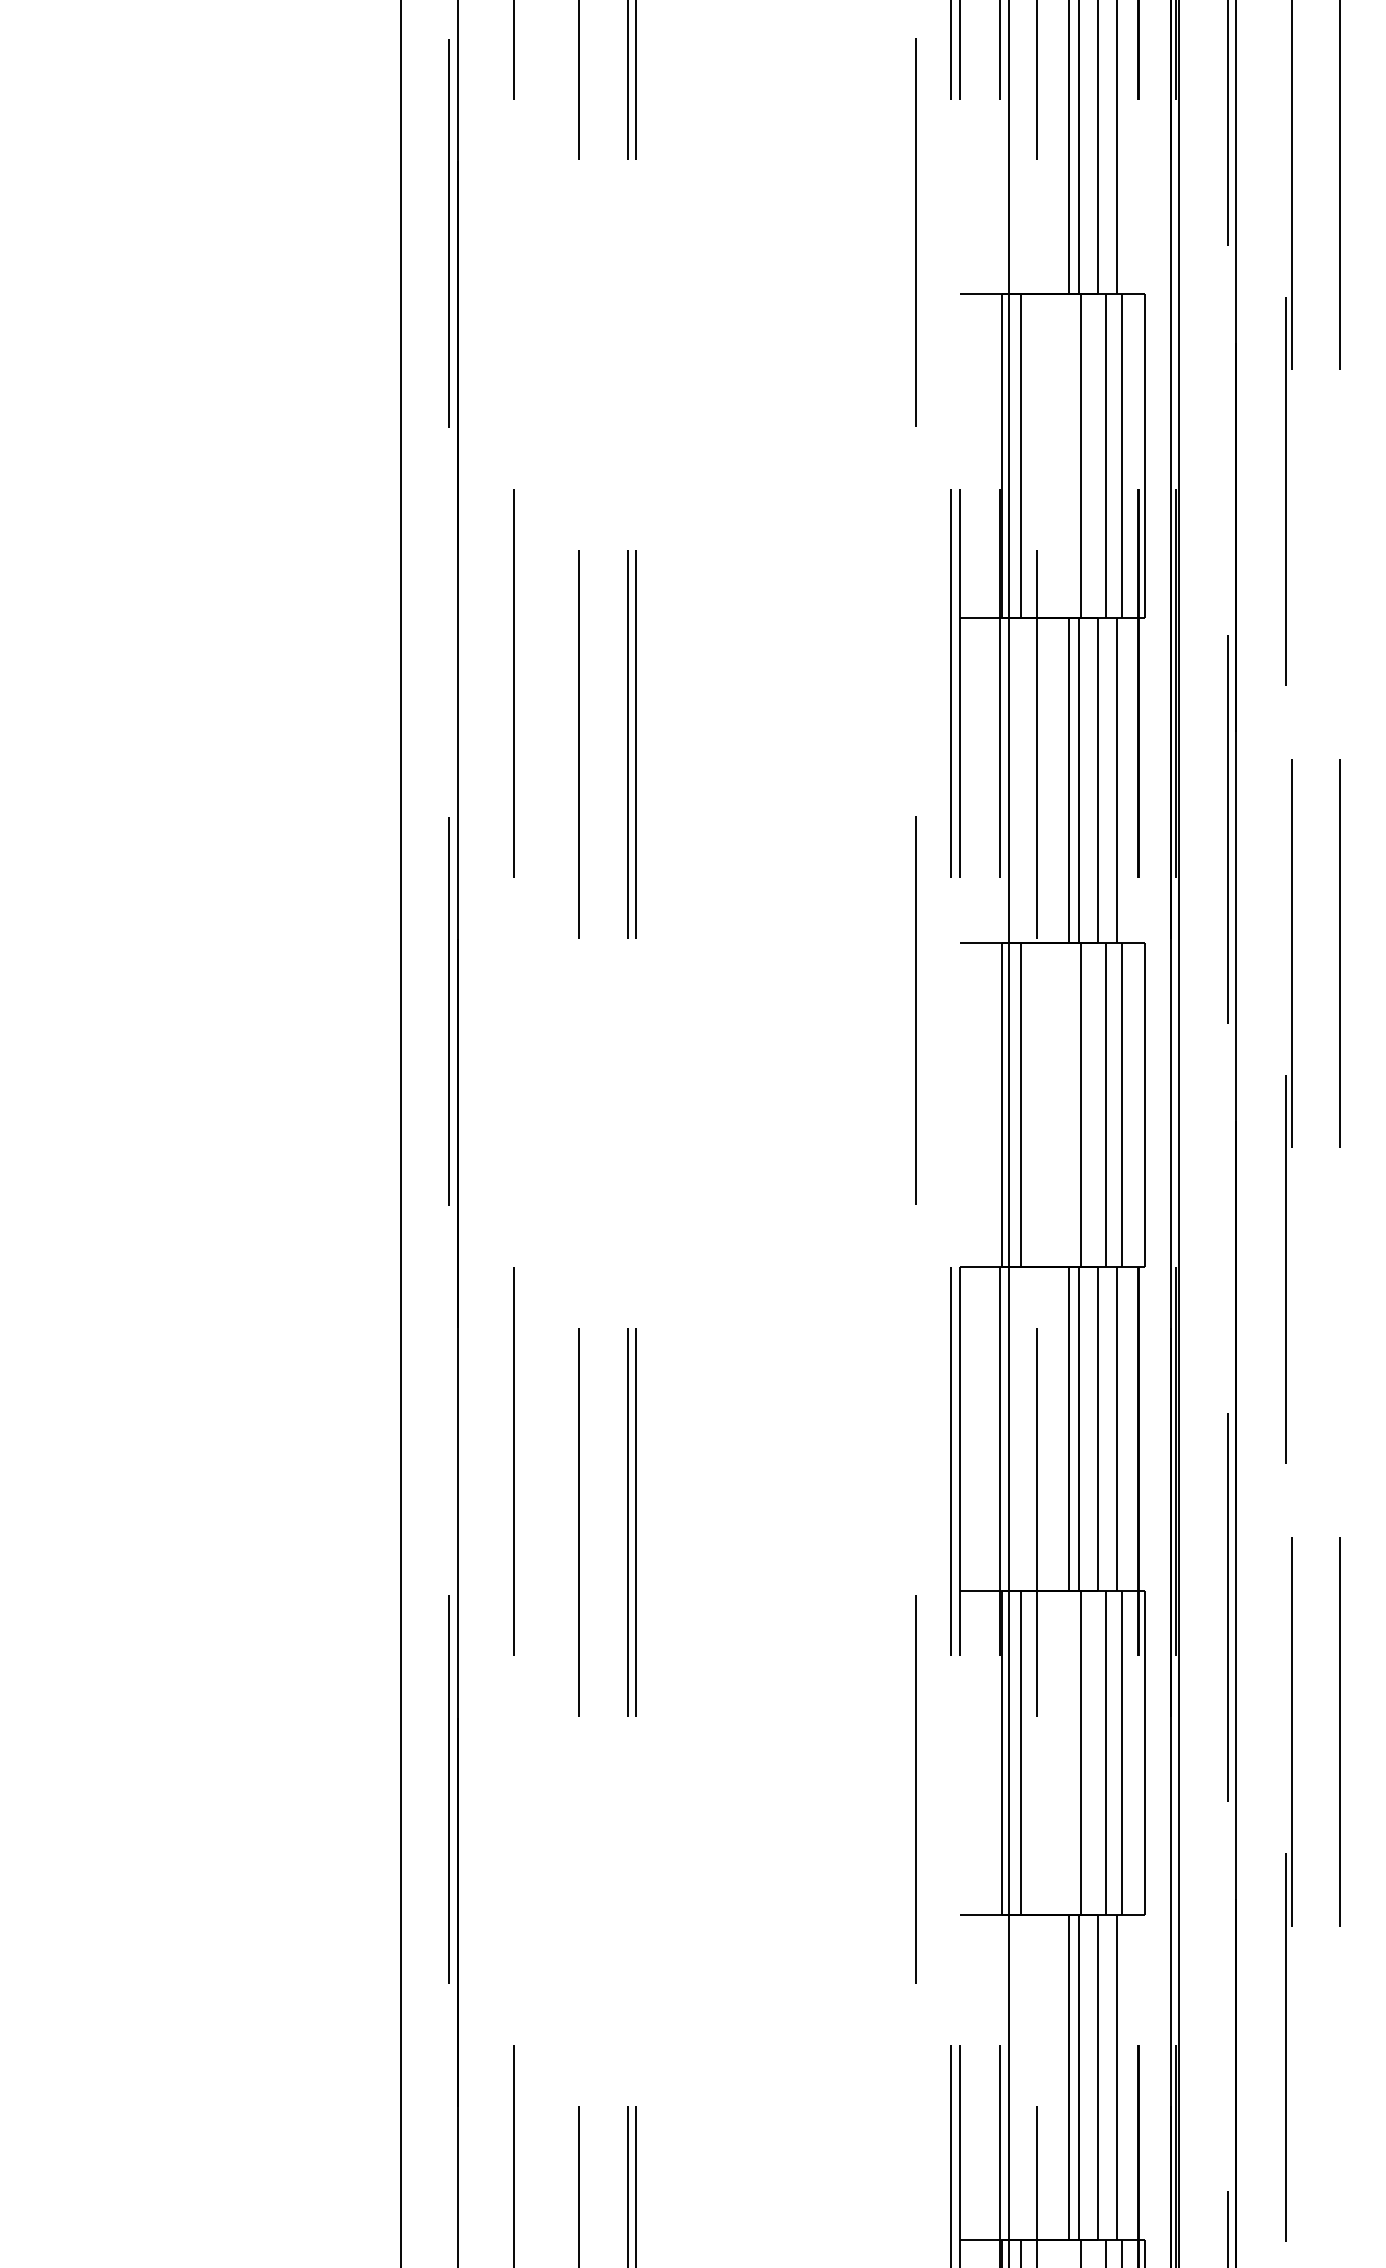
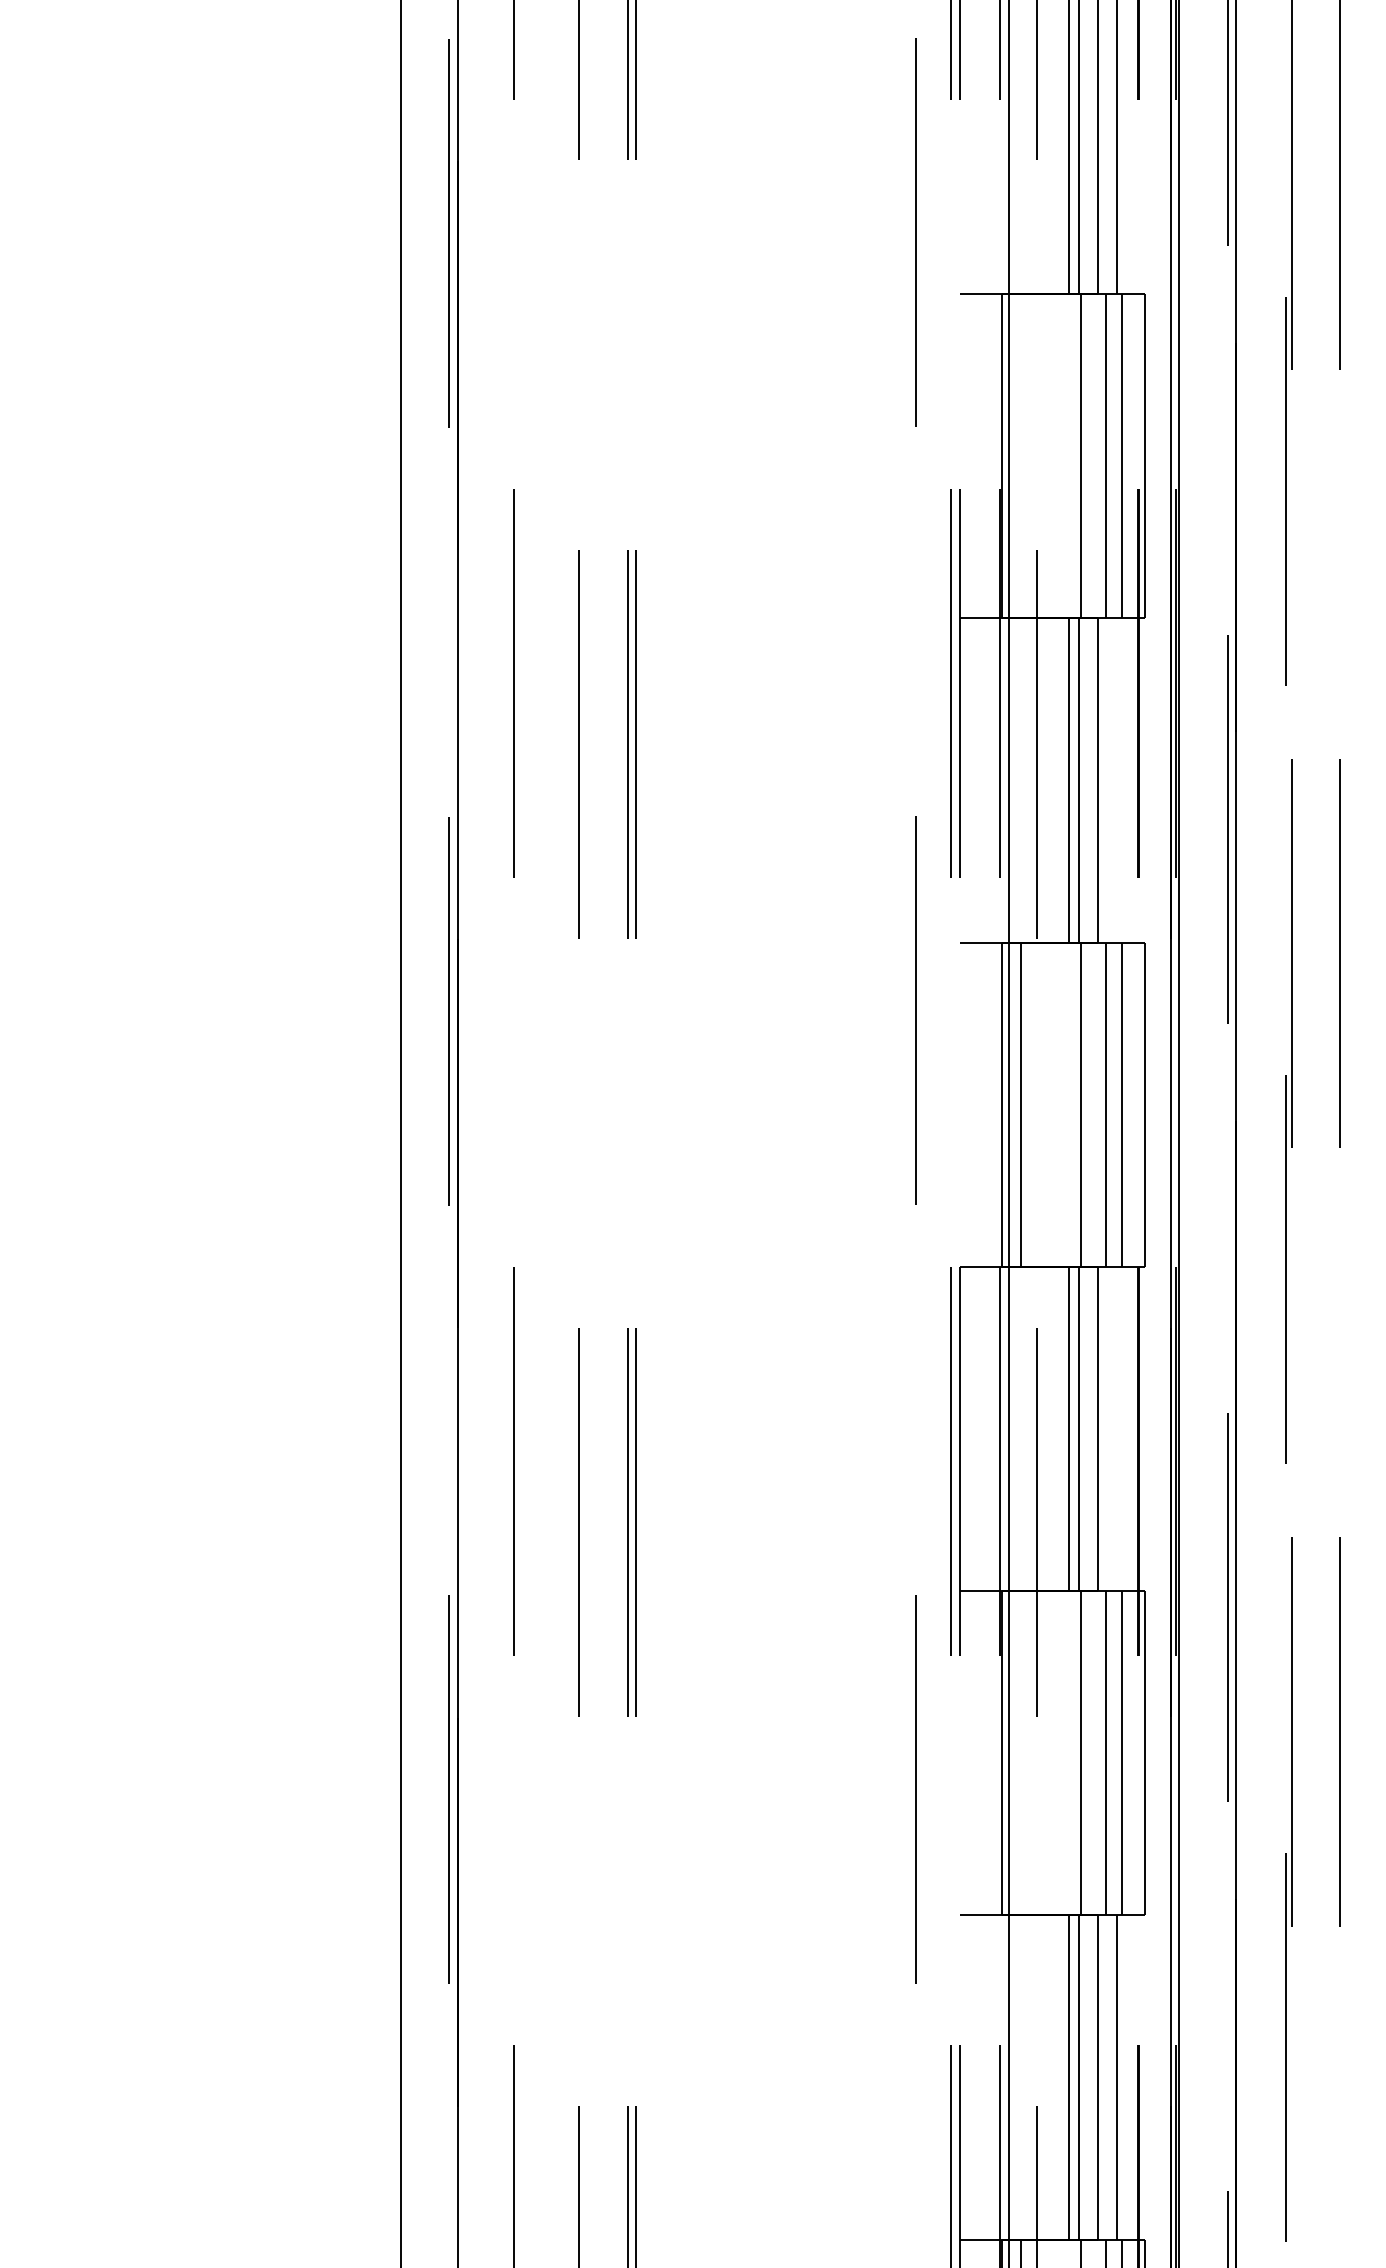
line at (1021, 456): present -> none
line at (1116, 780): present -> none
line at (1116, 1428): present -> none
line at (1021, 1753): present -> none
